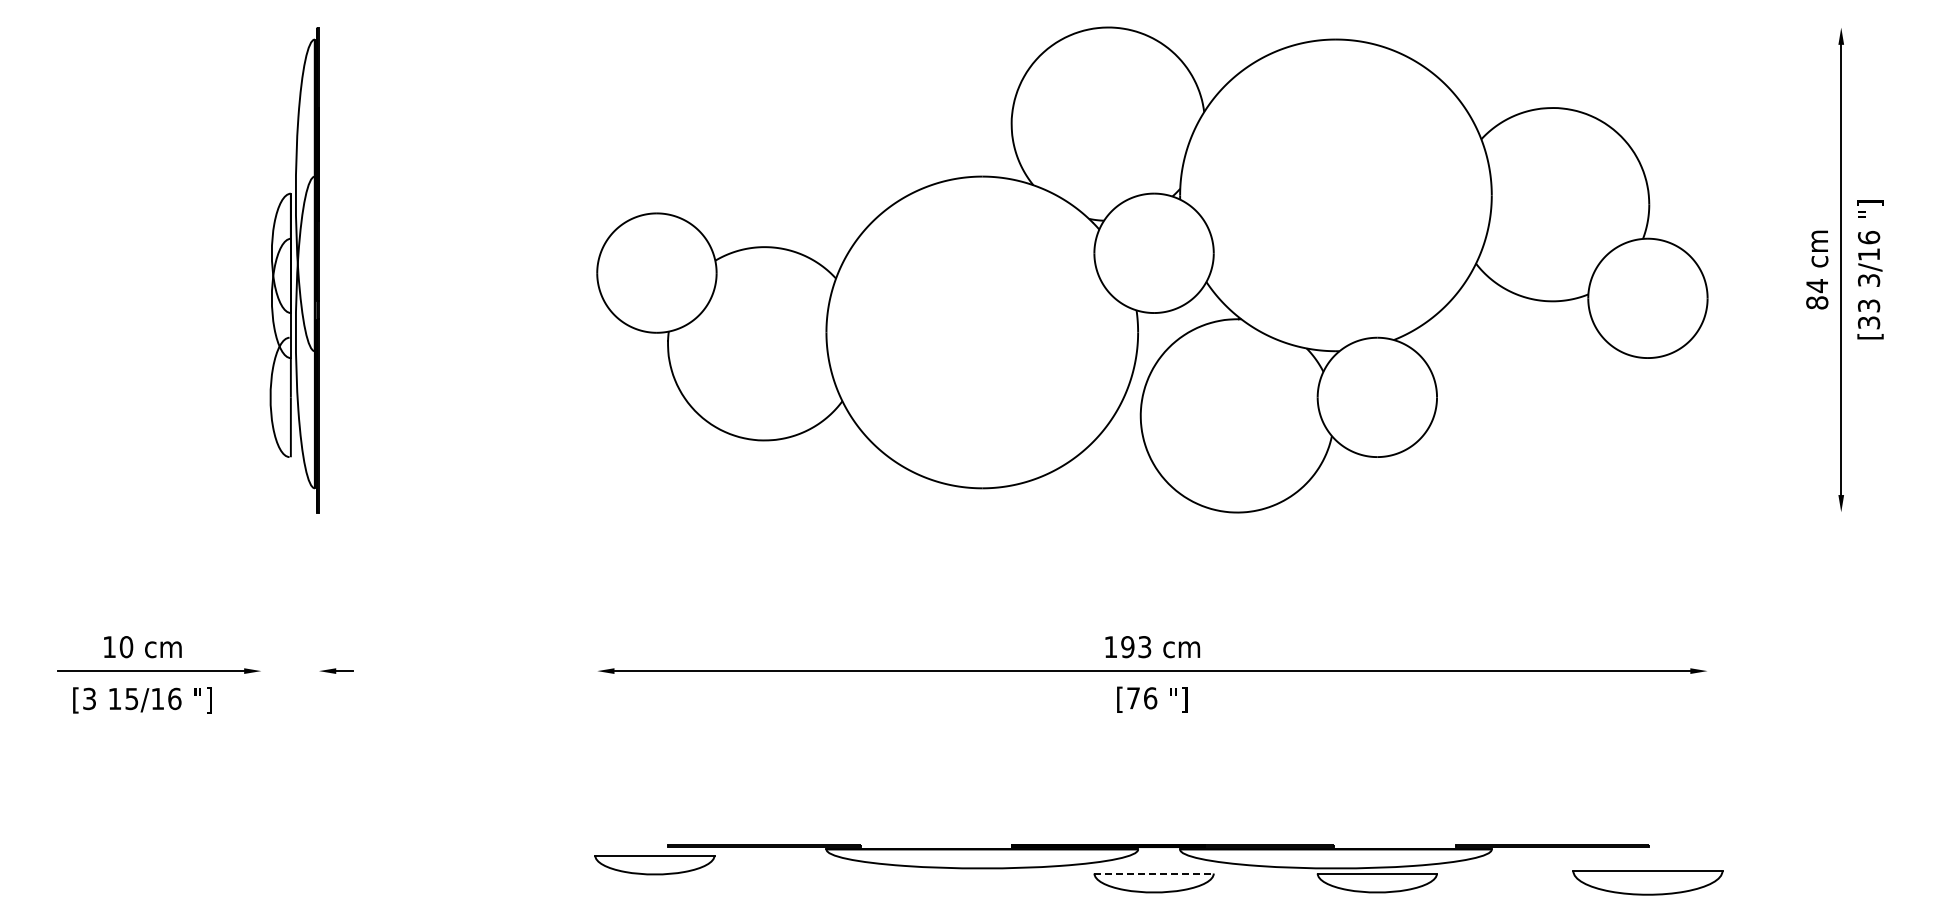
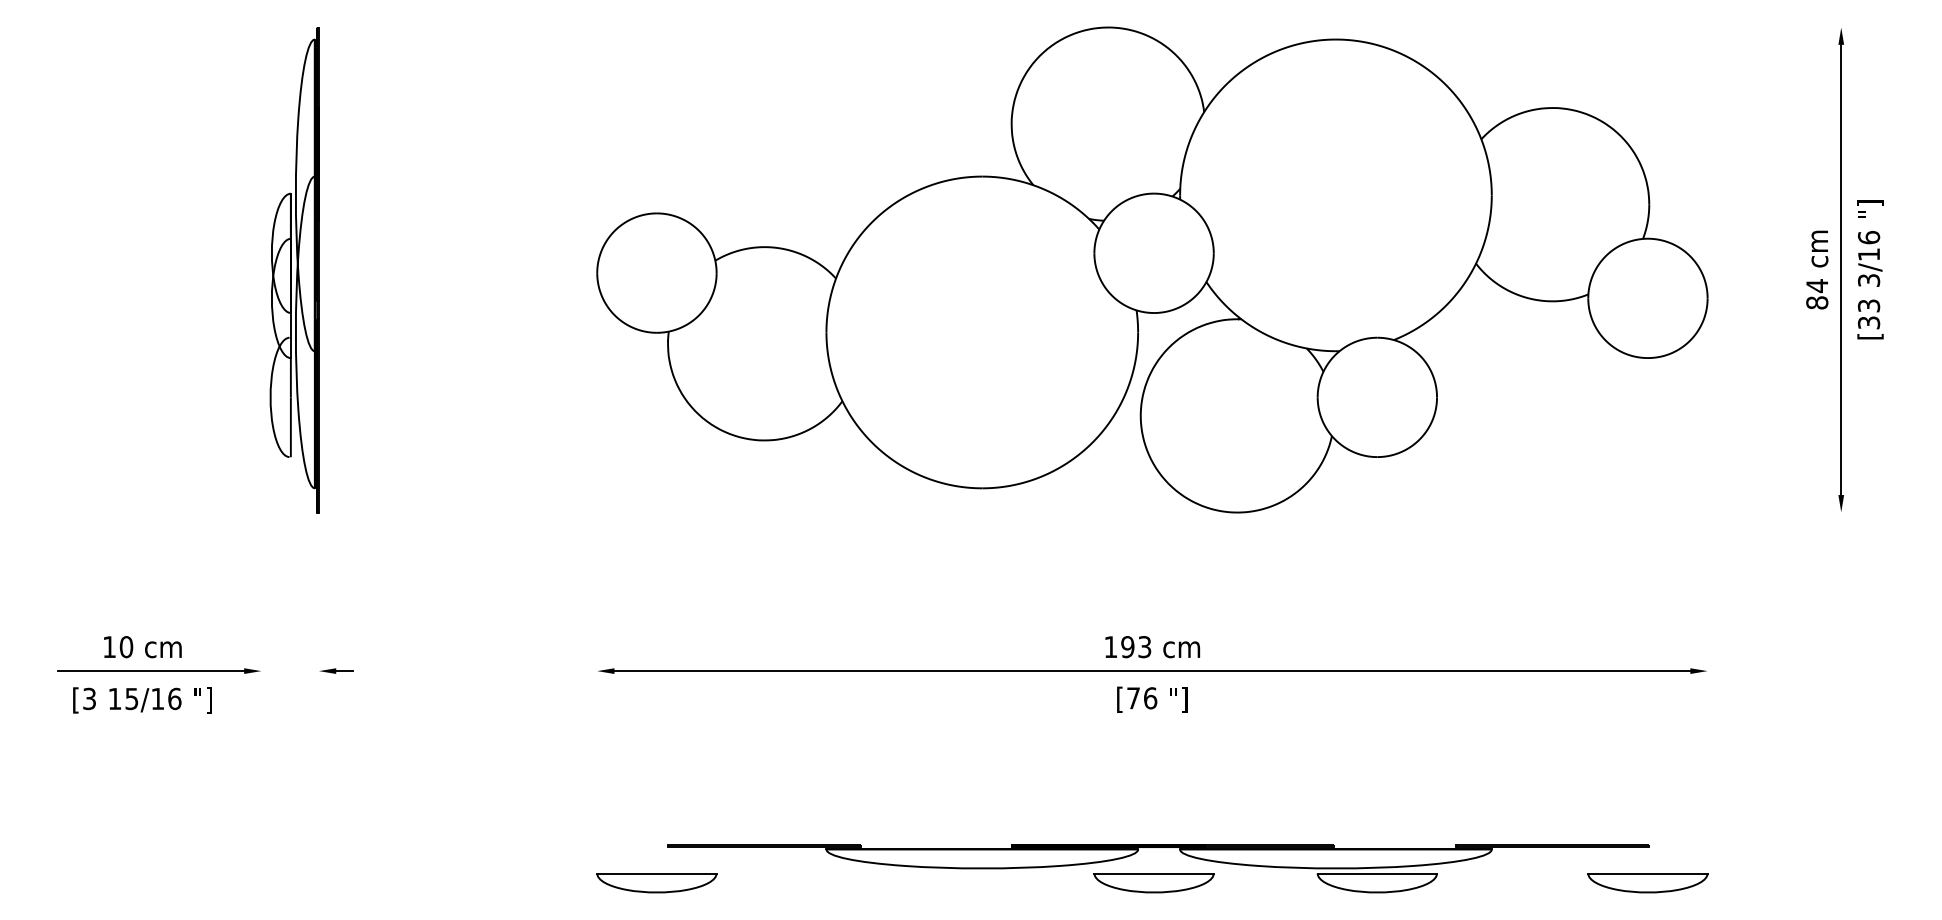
part at (654, 865) position: (654, 865) -> (656, 883)
line at (1154, 873): dashed -> solid
part at (1647, 882) size: 152x26 px -> 122x21 px
